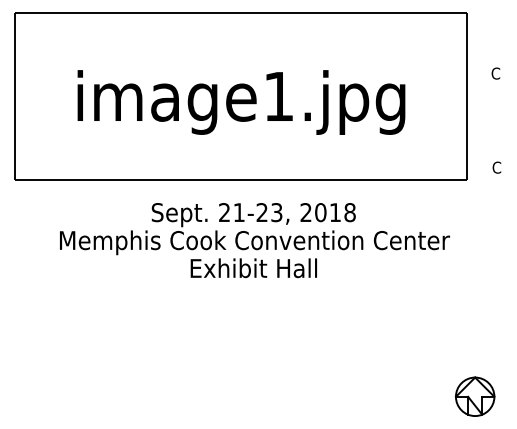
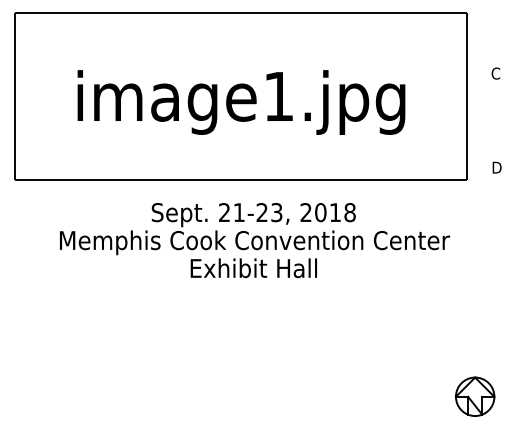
text at (496, 167): C -> D
